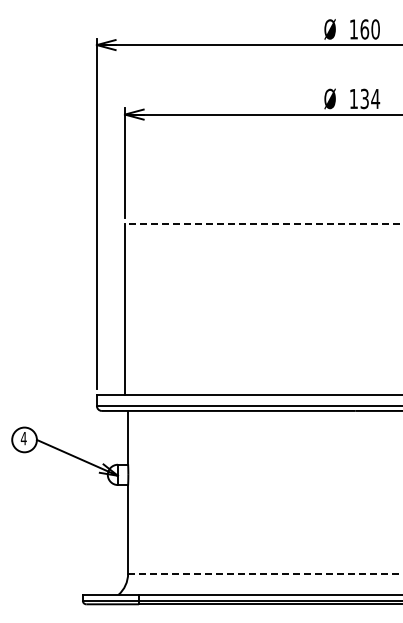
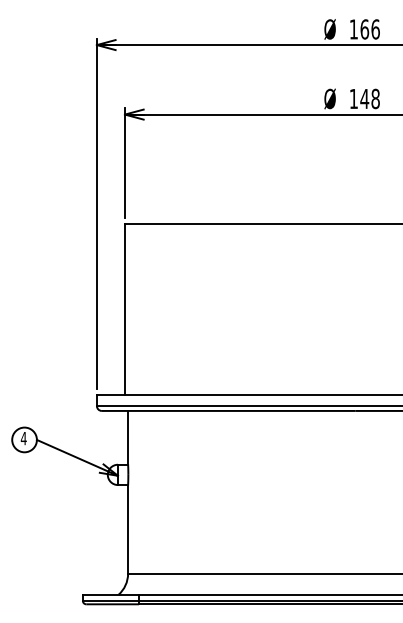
text at (375, 29): 160 -> 166
text at (370, 98): 134 -> 148
line at (263, 223): dashed -> solid
line at (265, 573): dashed -> solid
